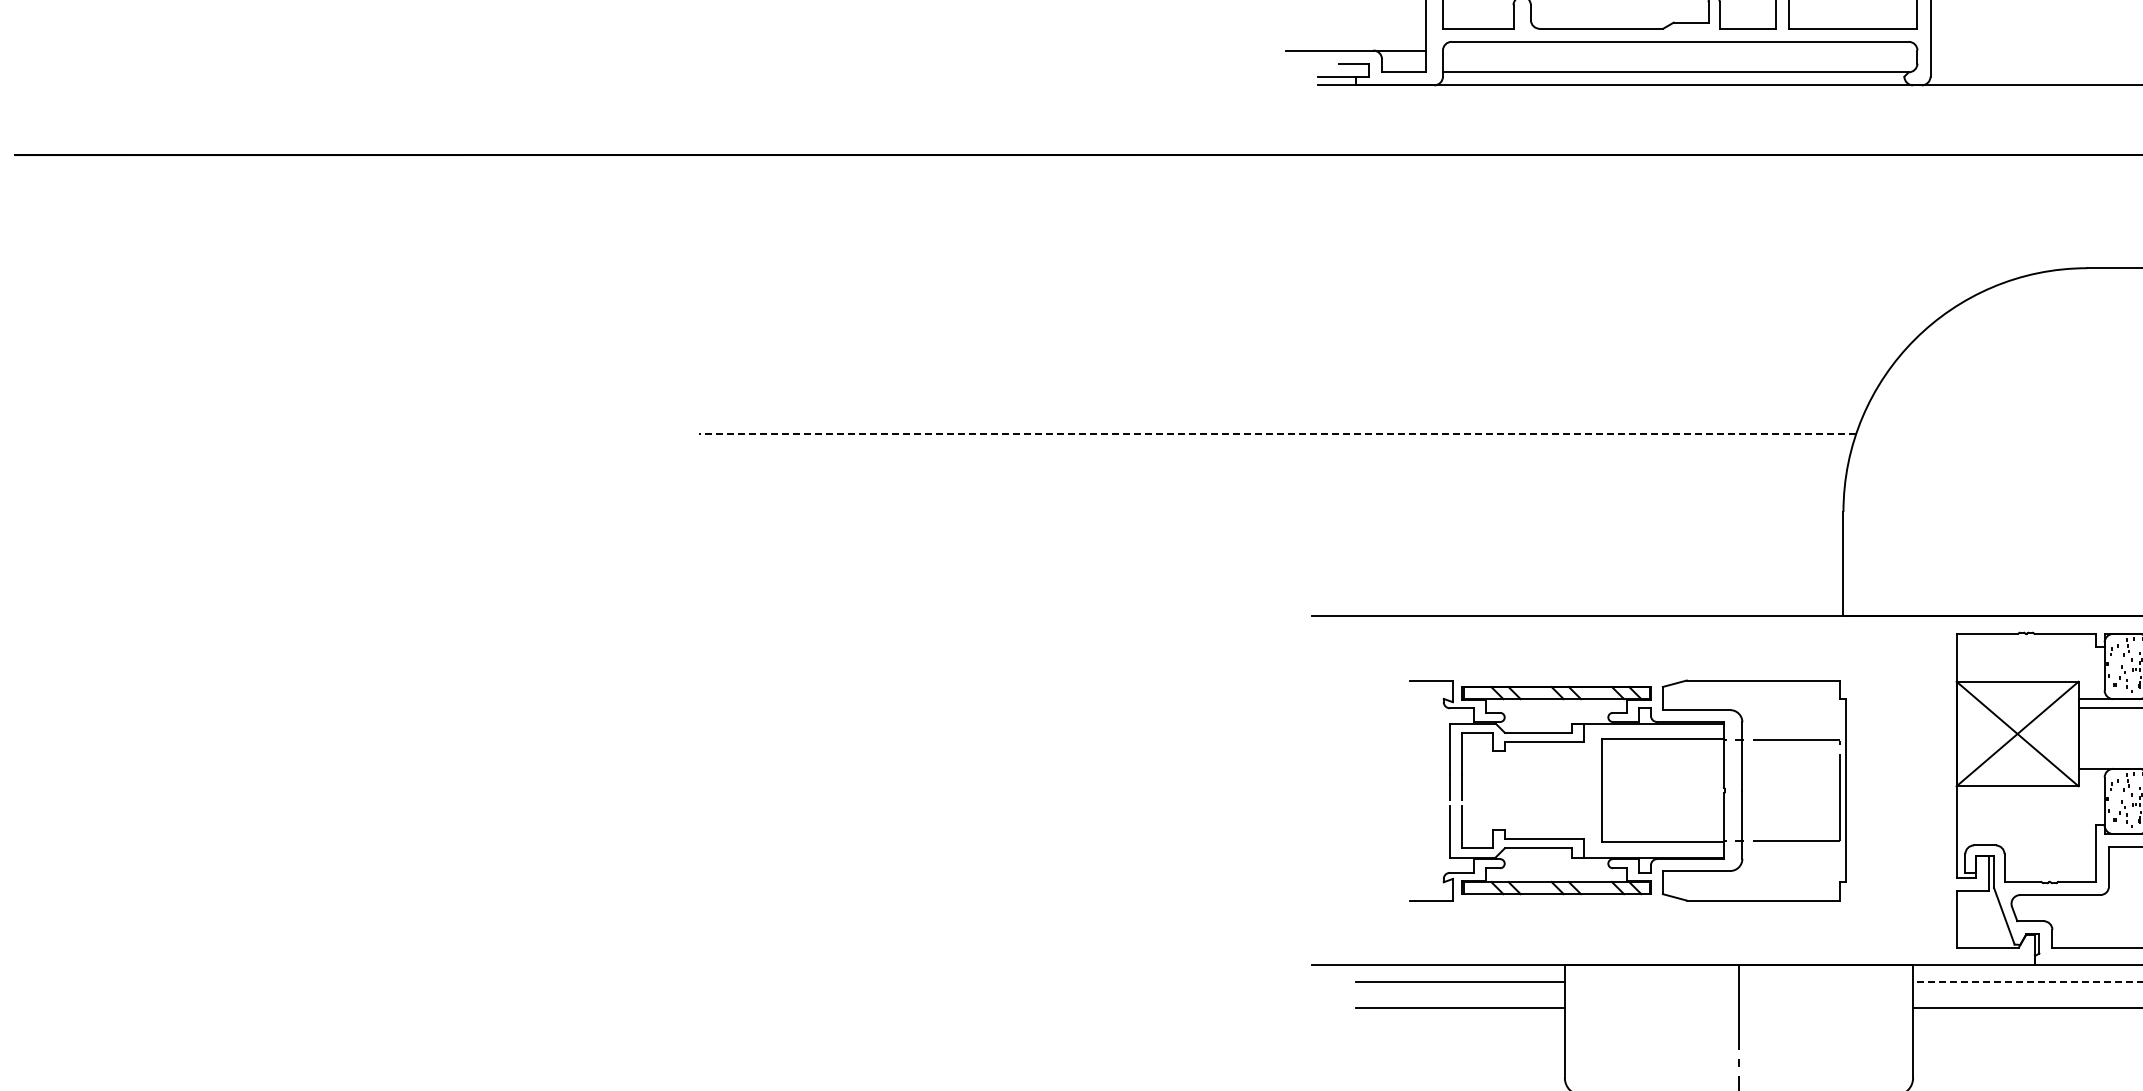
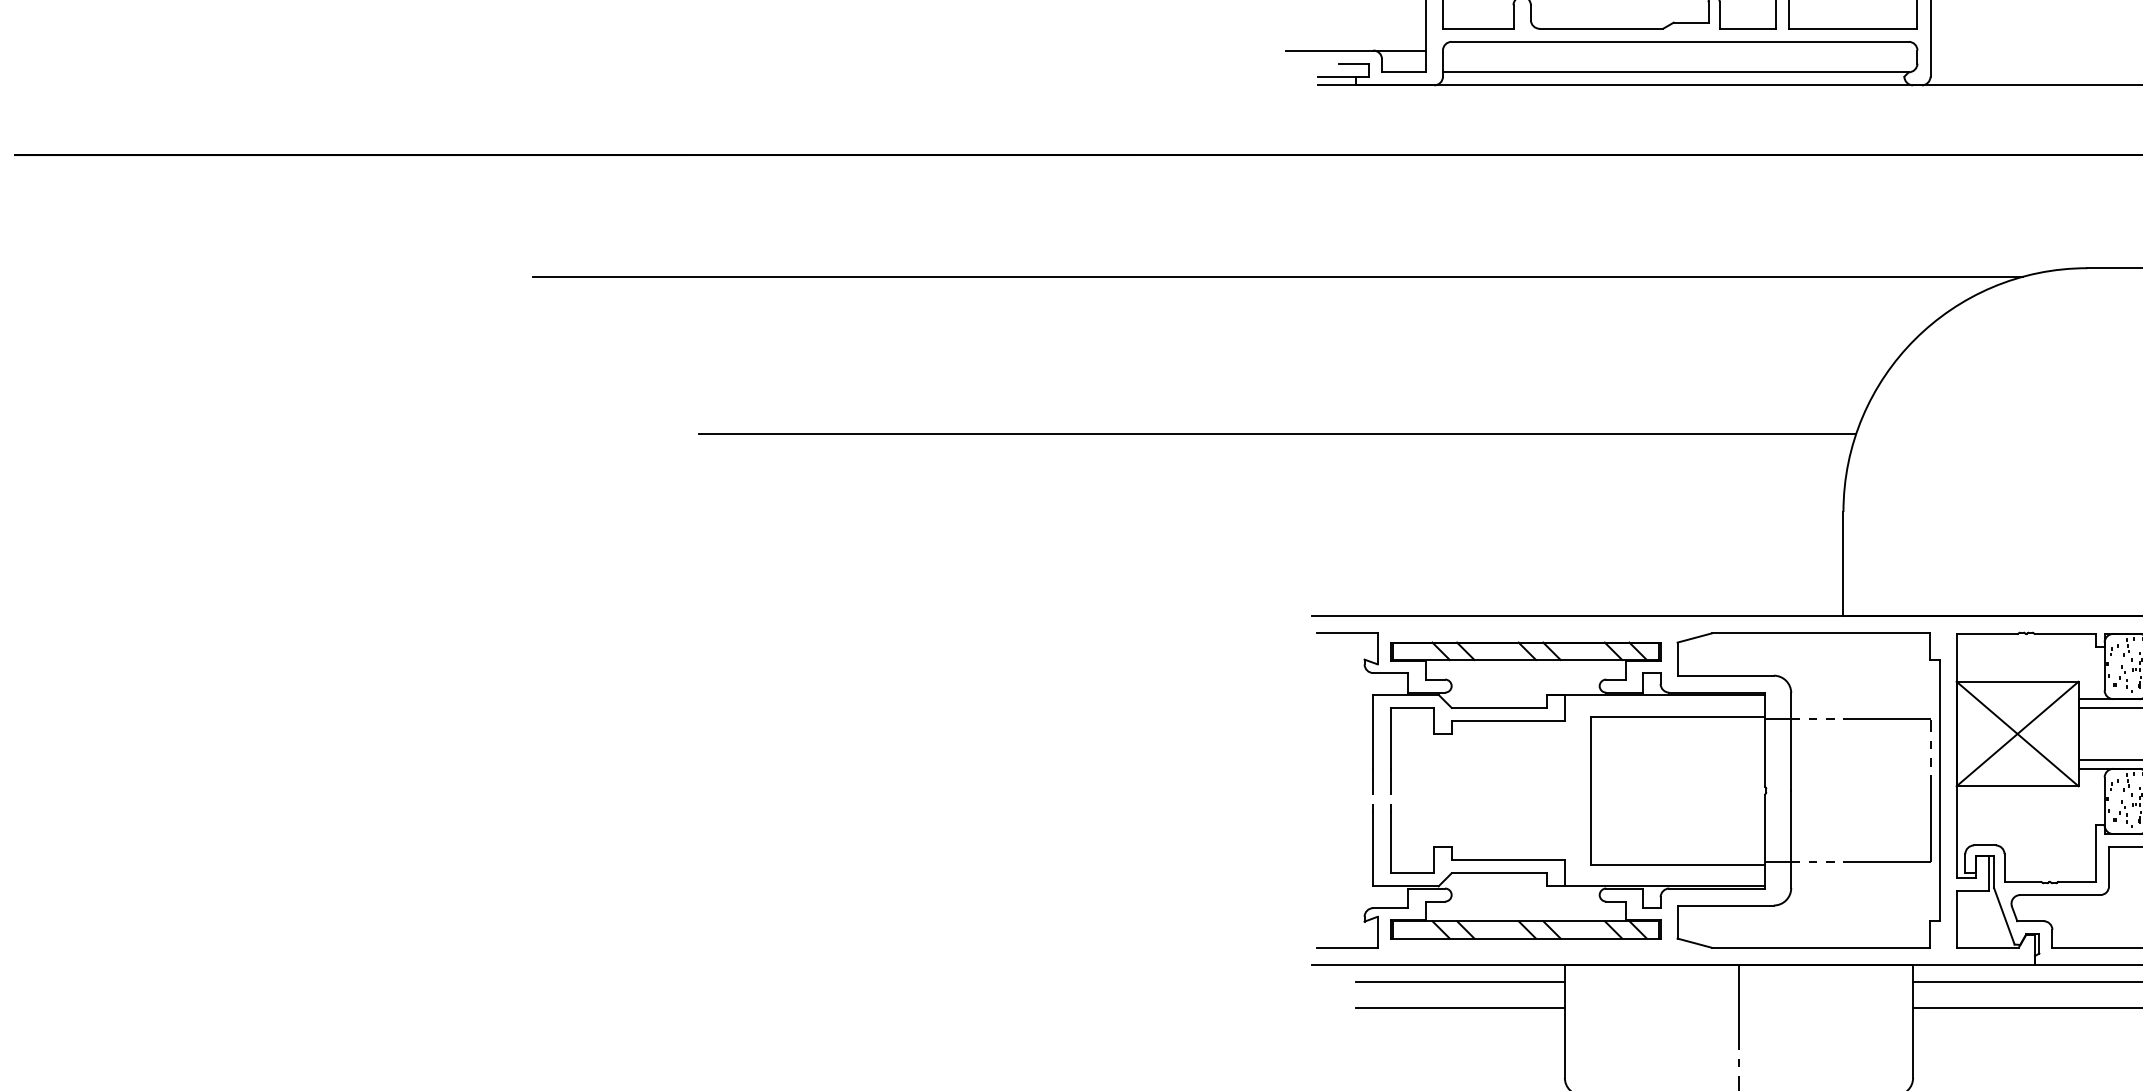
line at (1277, 277): none -> present
line at (1277, 433): dashed -> solid
line at (2108, 760): none -> present
part at (1627, 790) size: 438x223 px -> 625x317 px
line at (2027, 982): dashed -> solid
